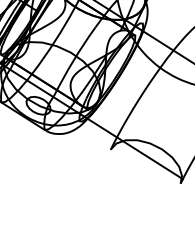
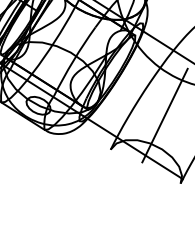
line at (164, 115): none -> present
